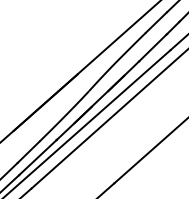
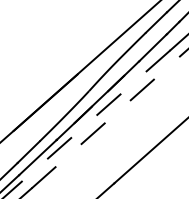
line at (110, 118): solid -> dashed
line at (86, 124): solid -> dashed
